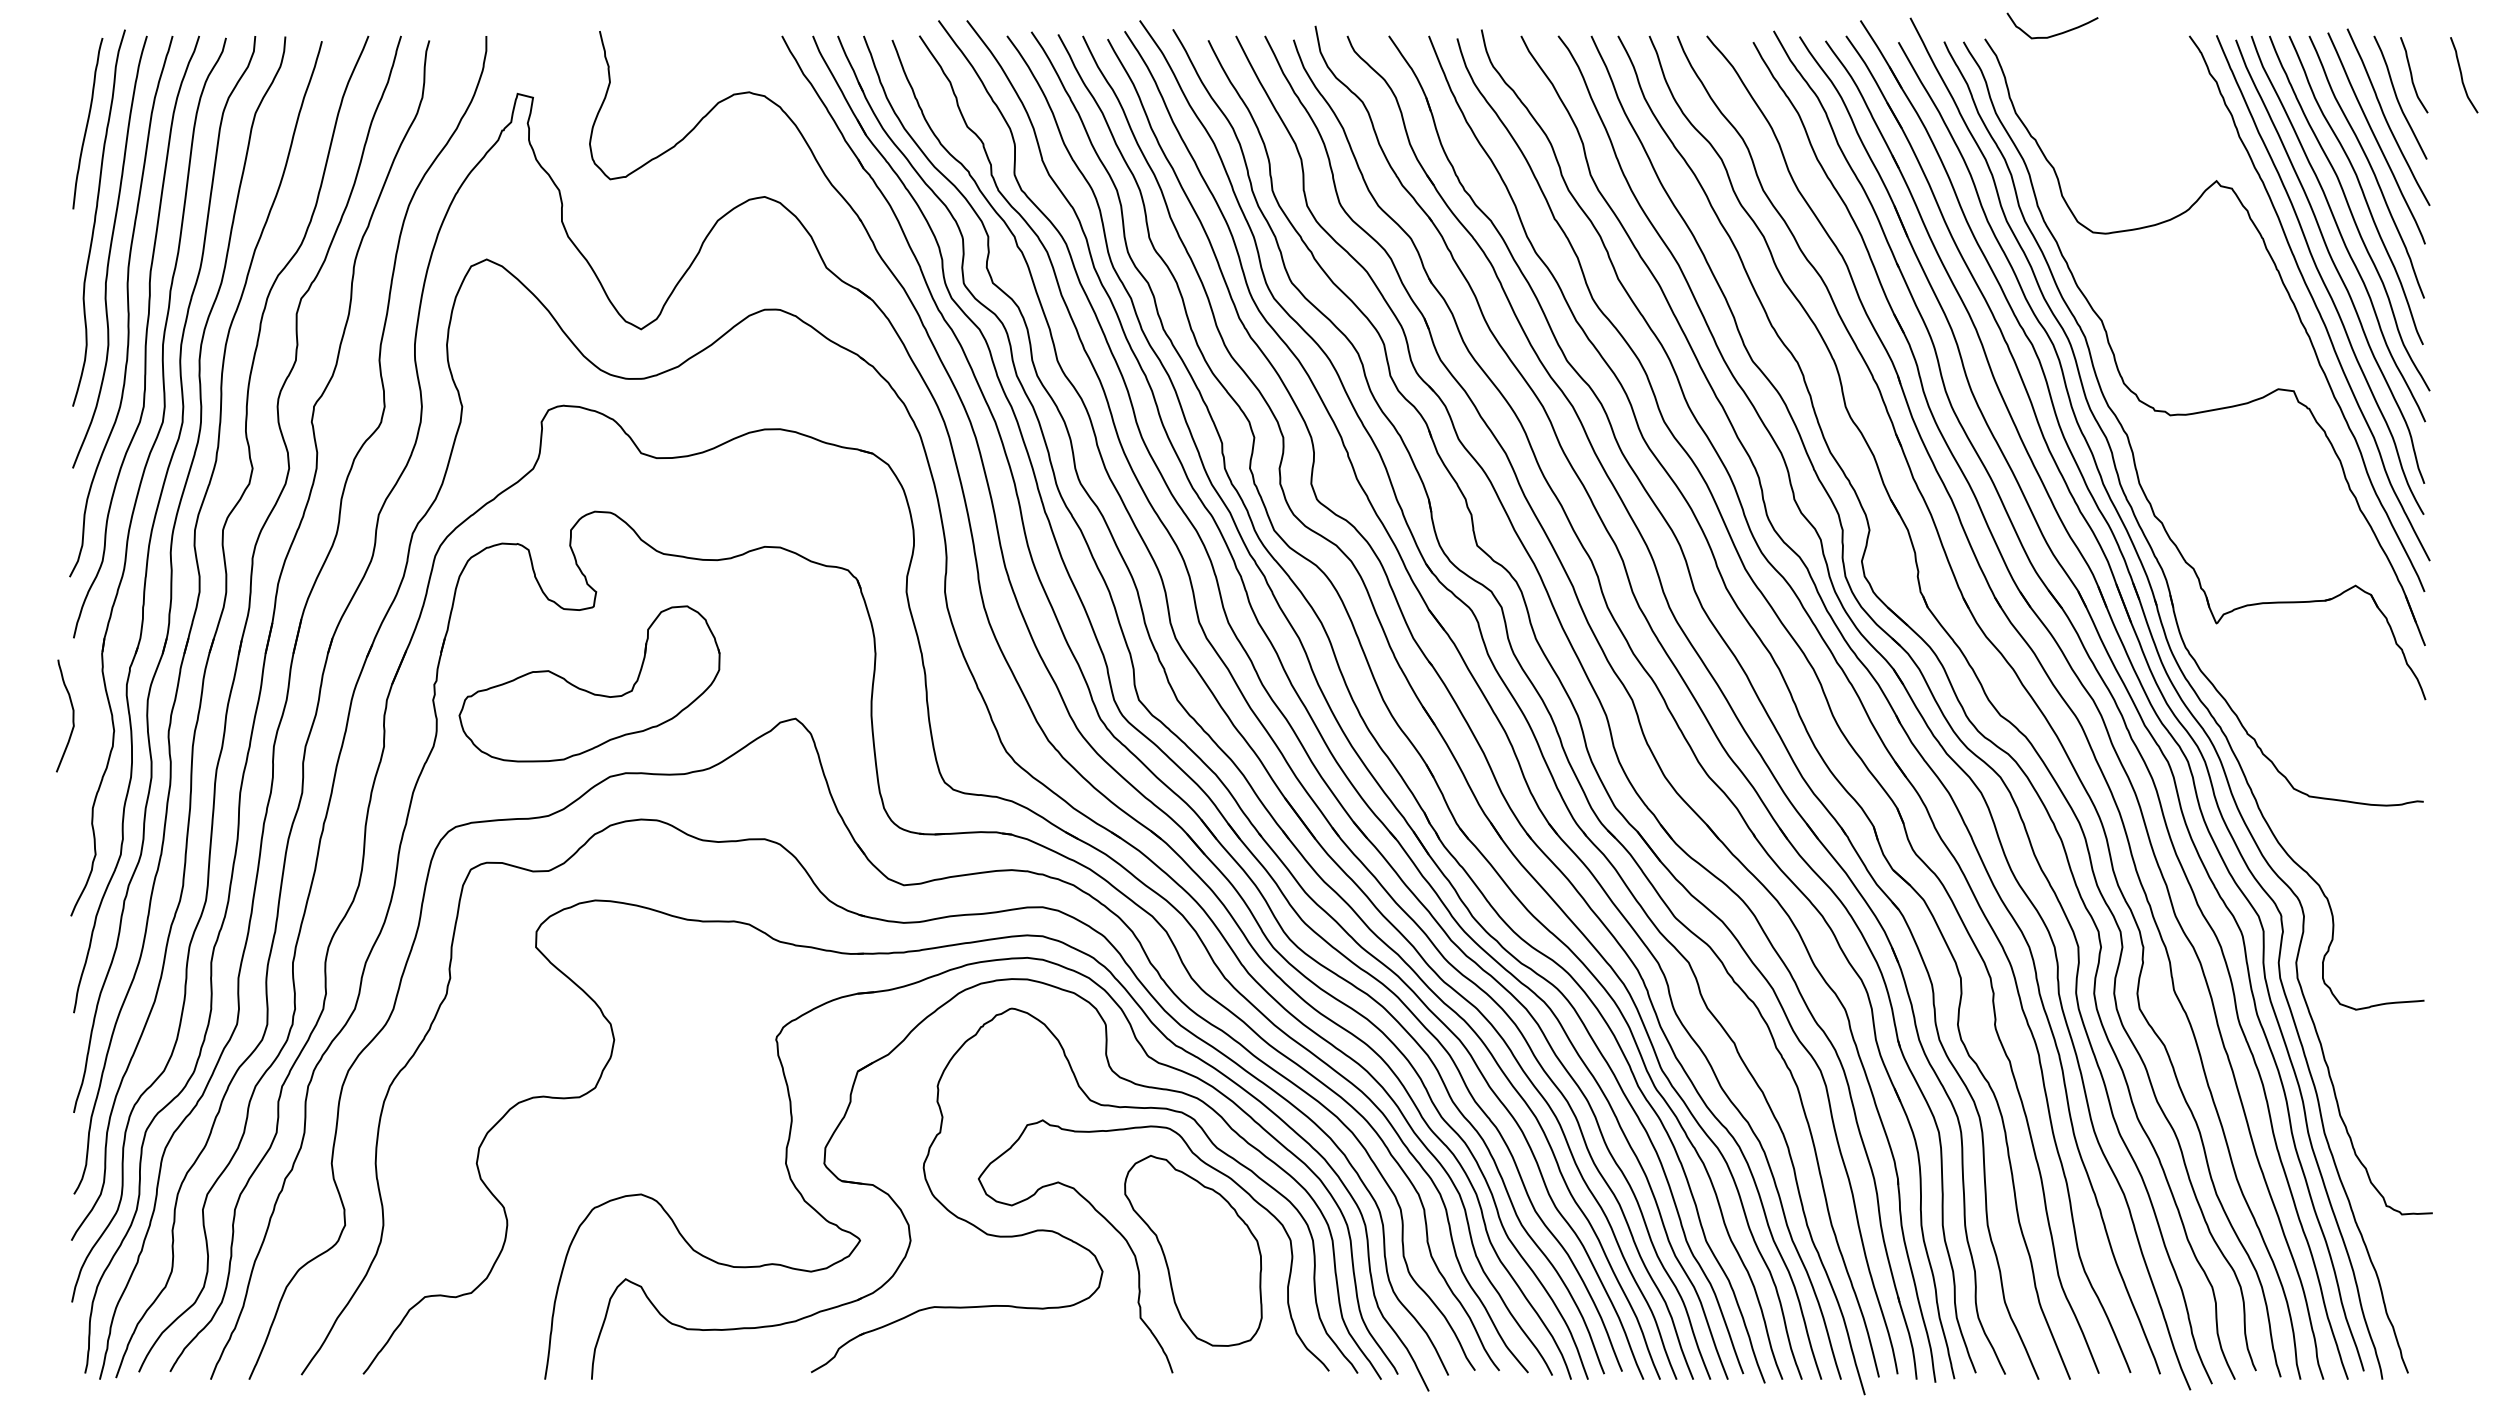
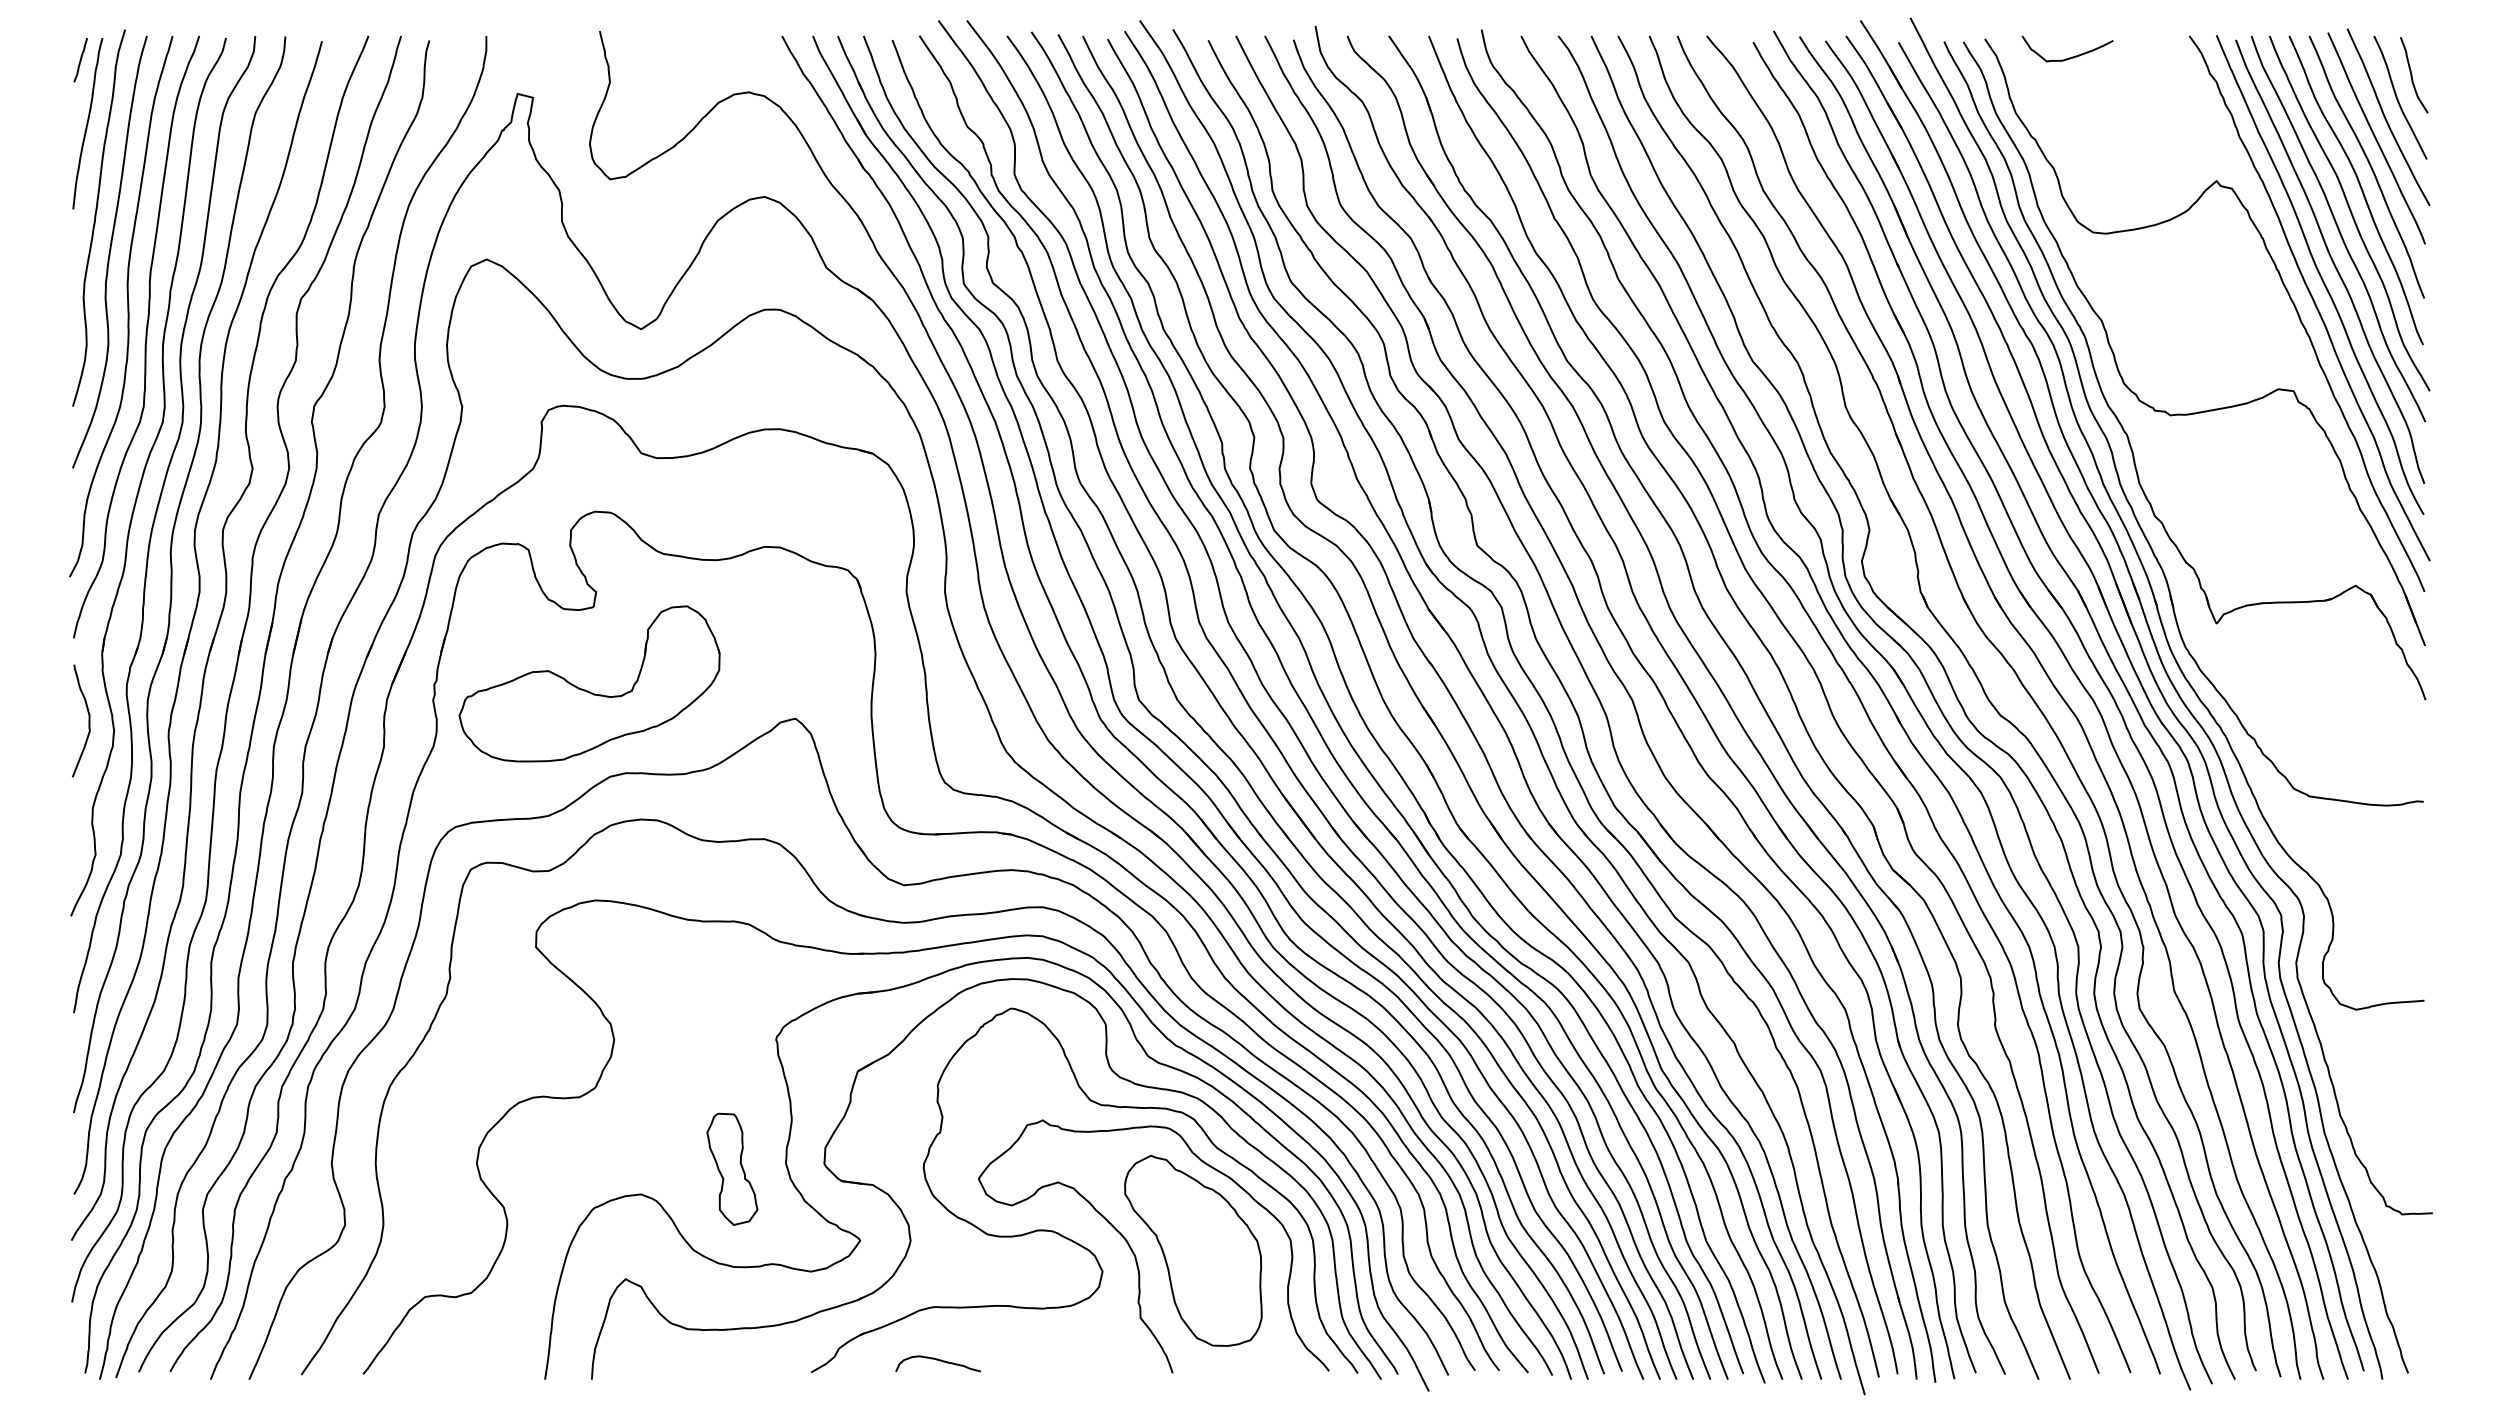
curve at (2053, 34) position: (2053, 34) -> (2068, 57)
line at (80, 60): none -> present
curve at (2462, 75): present -> none
curve at (72, 715) position: (72, 715) -> (88, 720)
part at (732, 1168): none -> present
curve at (939, 1361): none -> present
